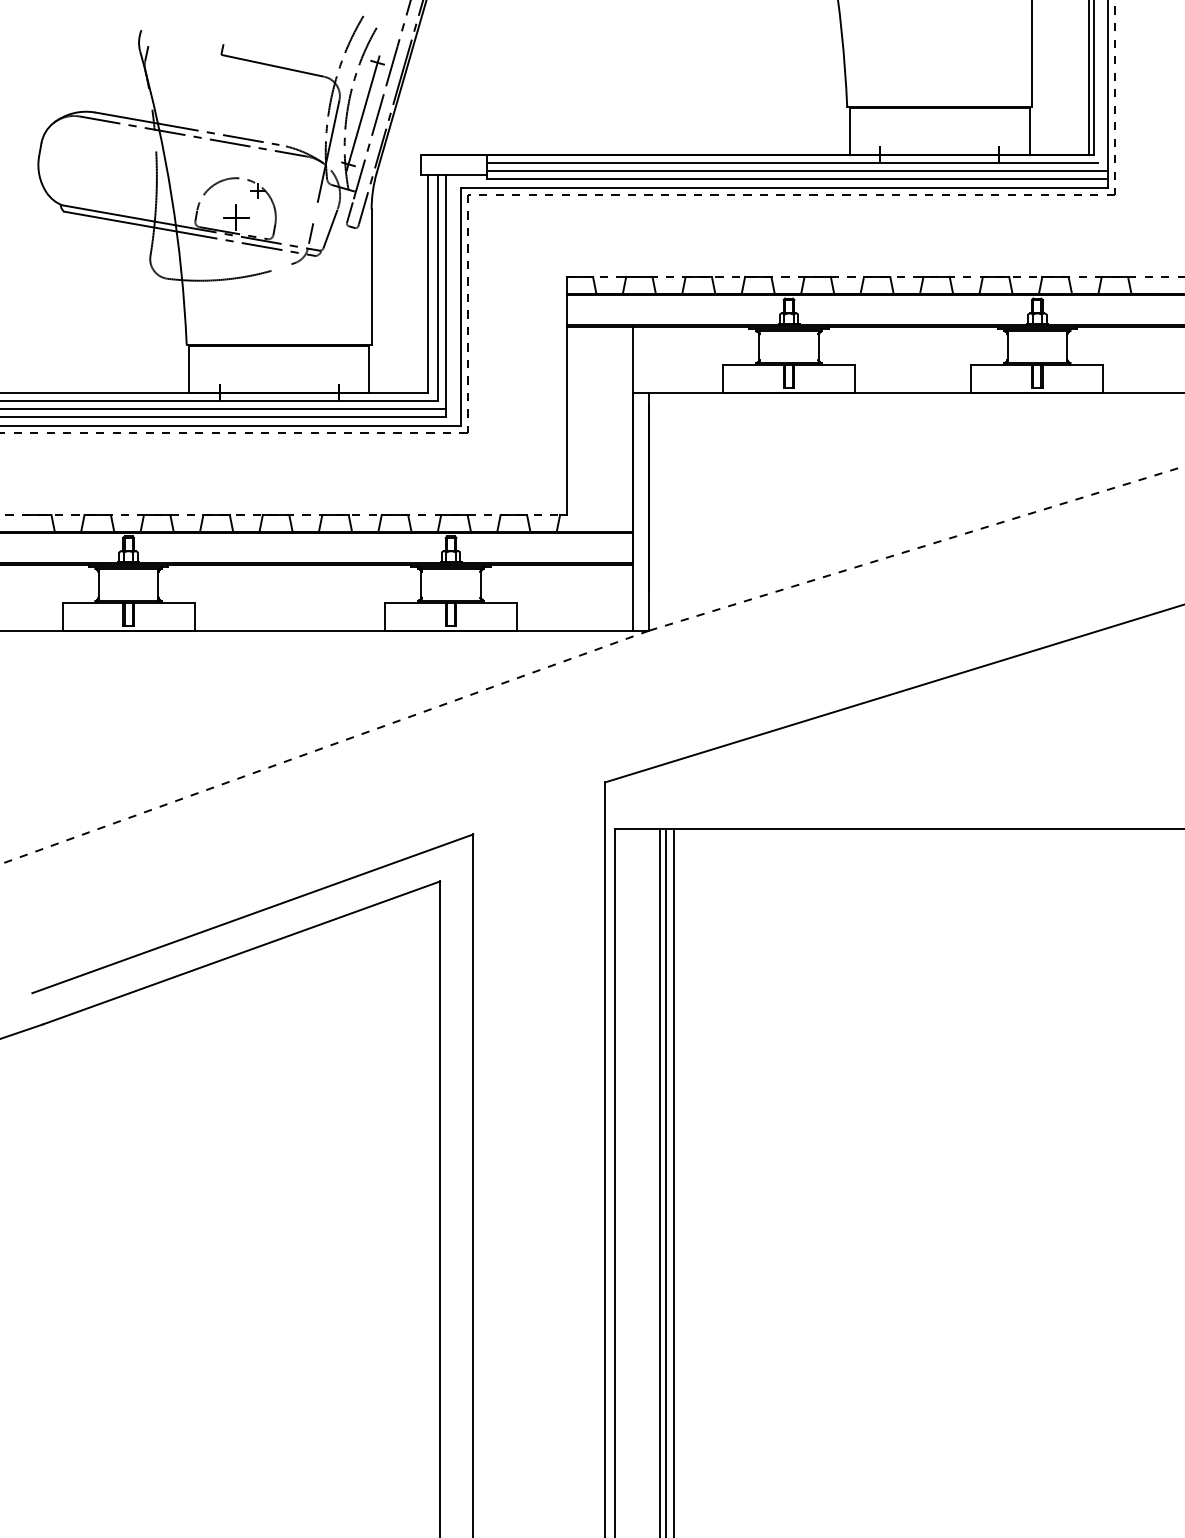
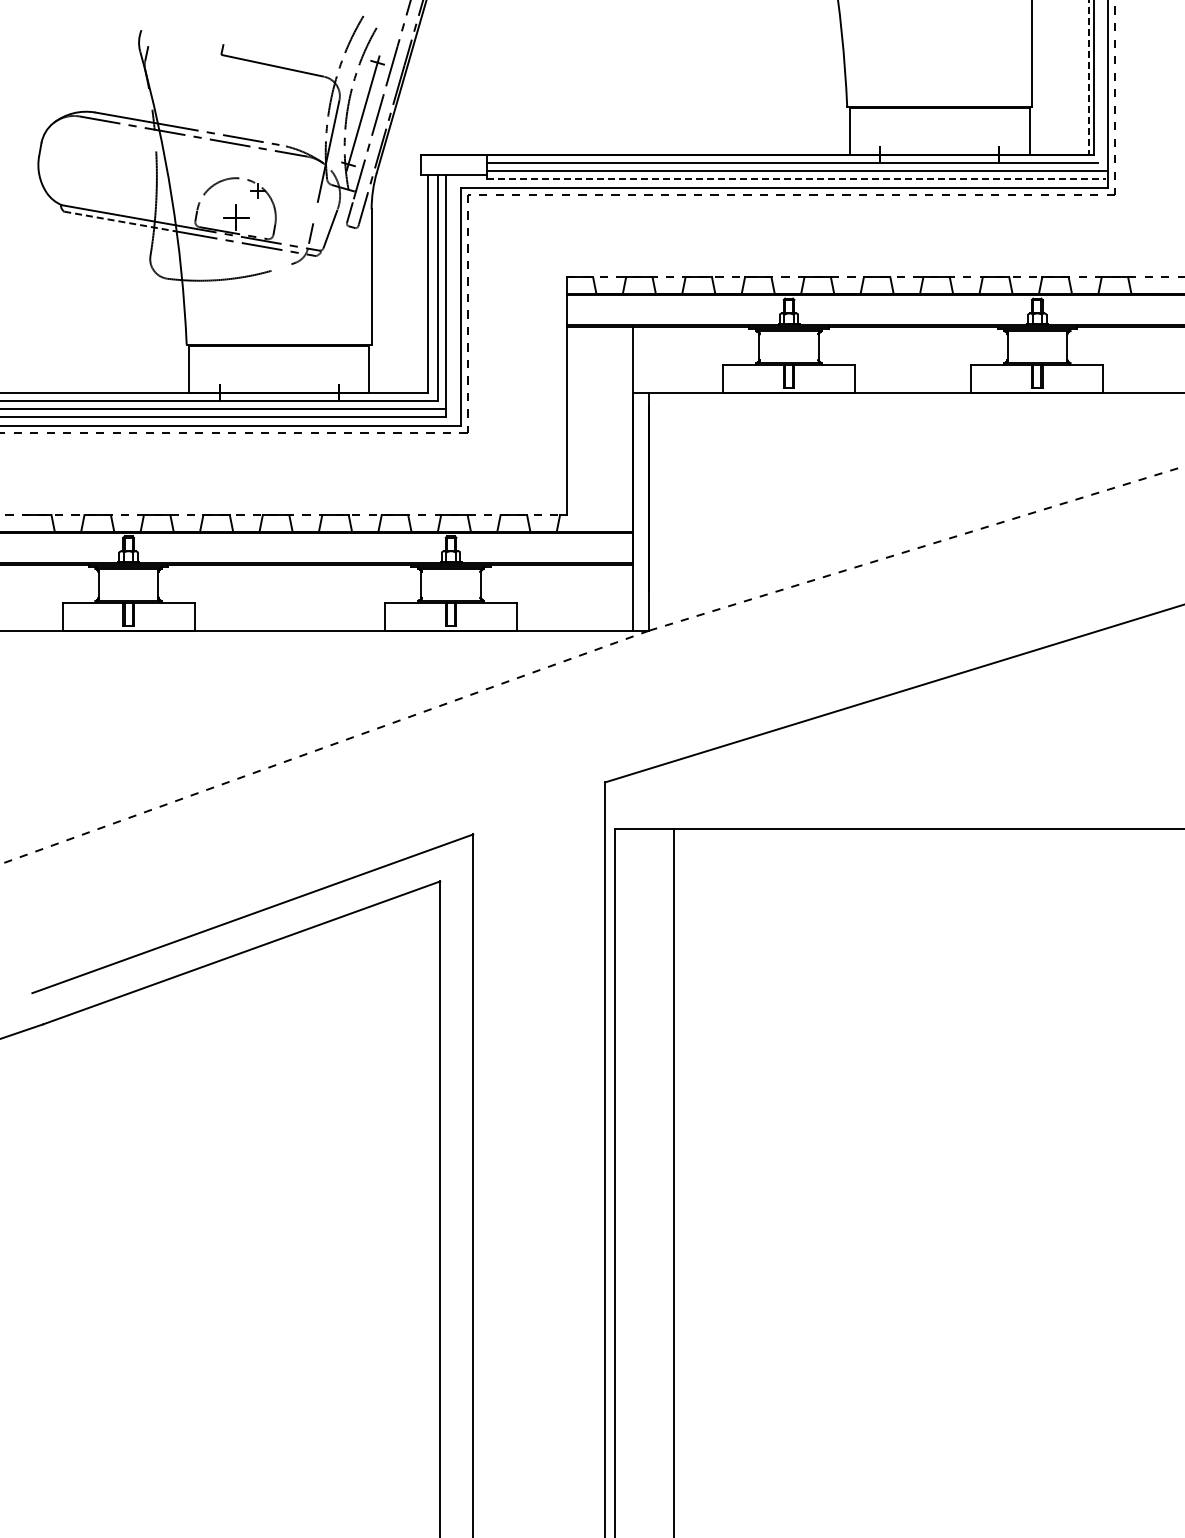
line at (1088, 78): solid -> dashed
line at (797, 178): solid -> dashed
line at (120, 221): solid -> dashed
line at (659, 1181): present -> none
line at (665, 1181): present -> none
